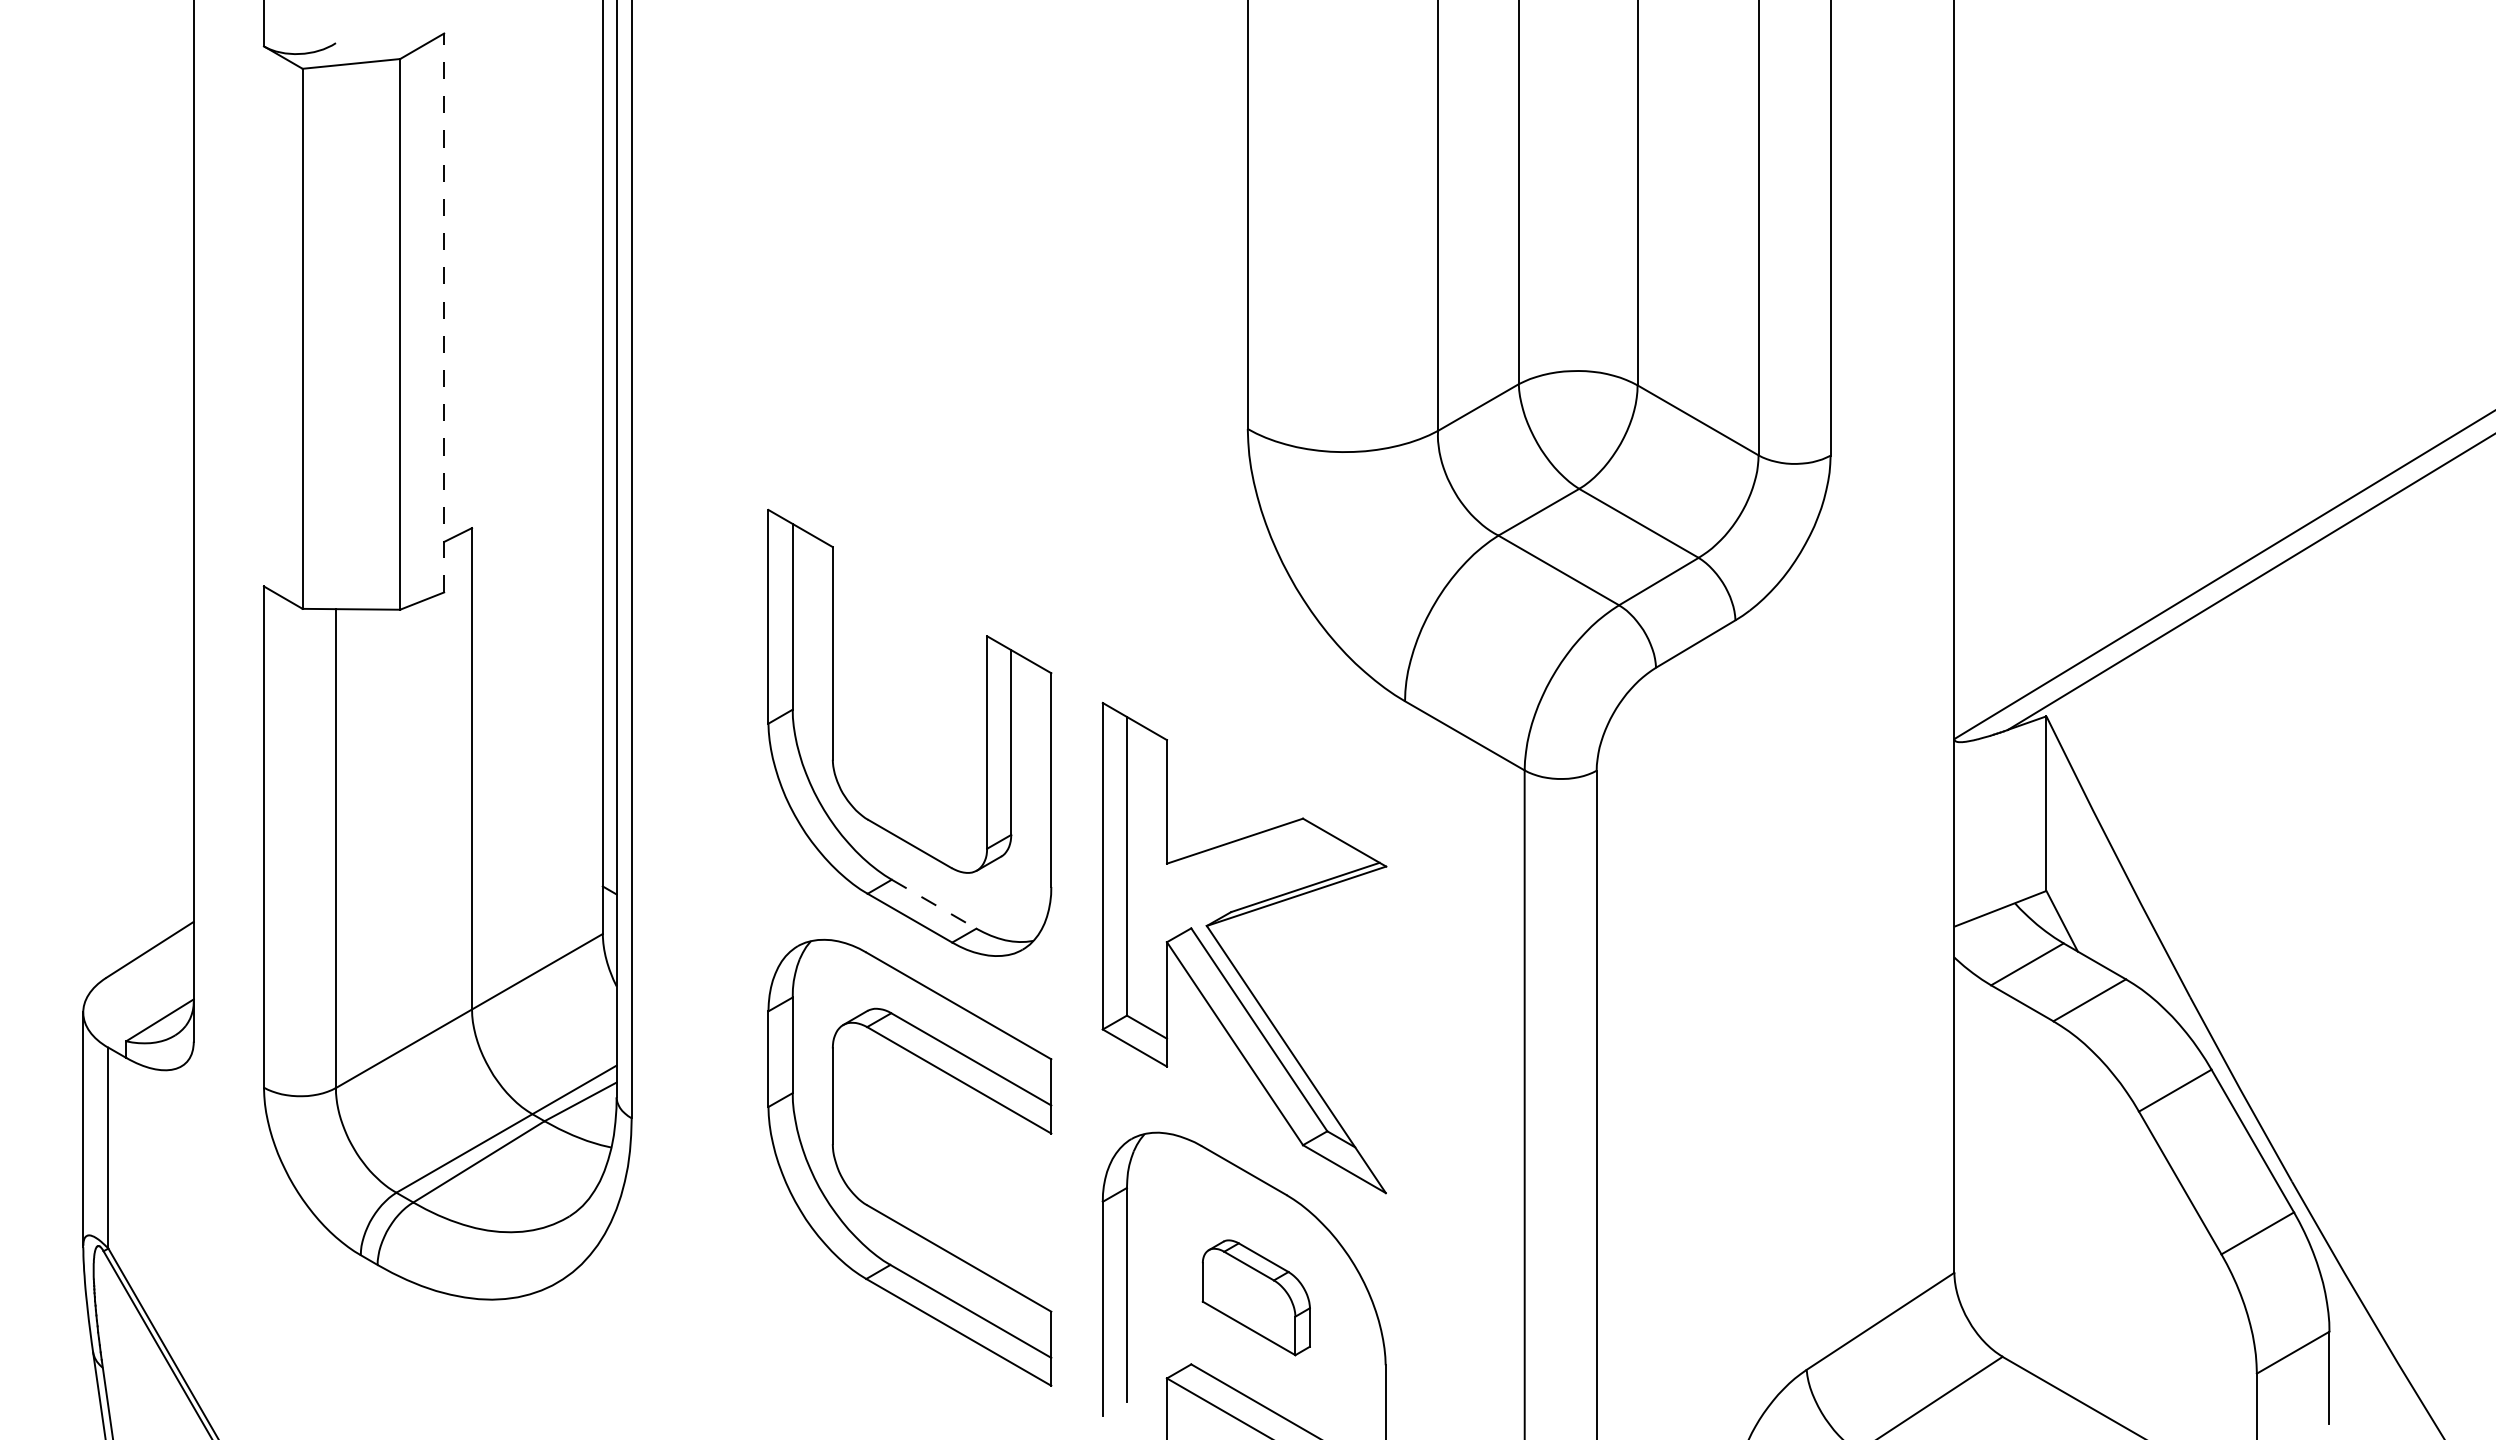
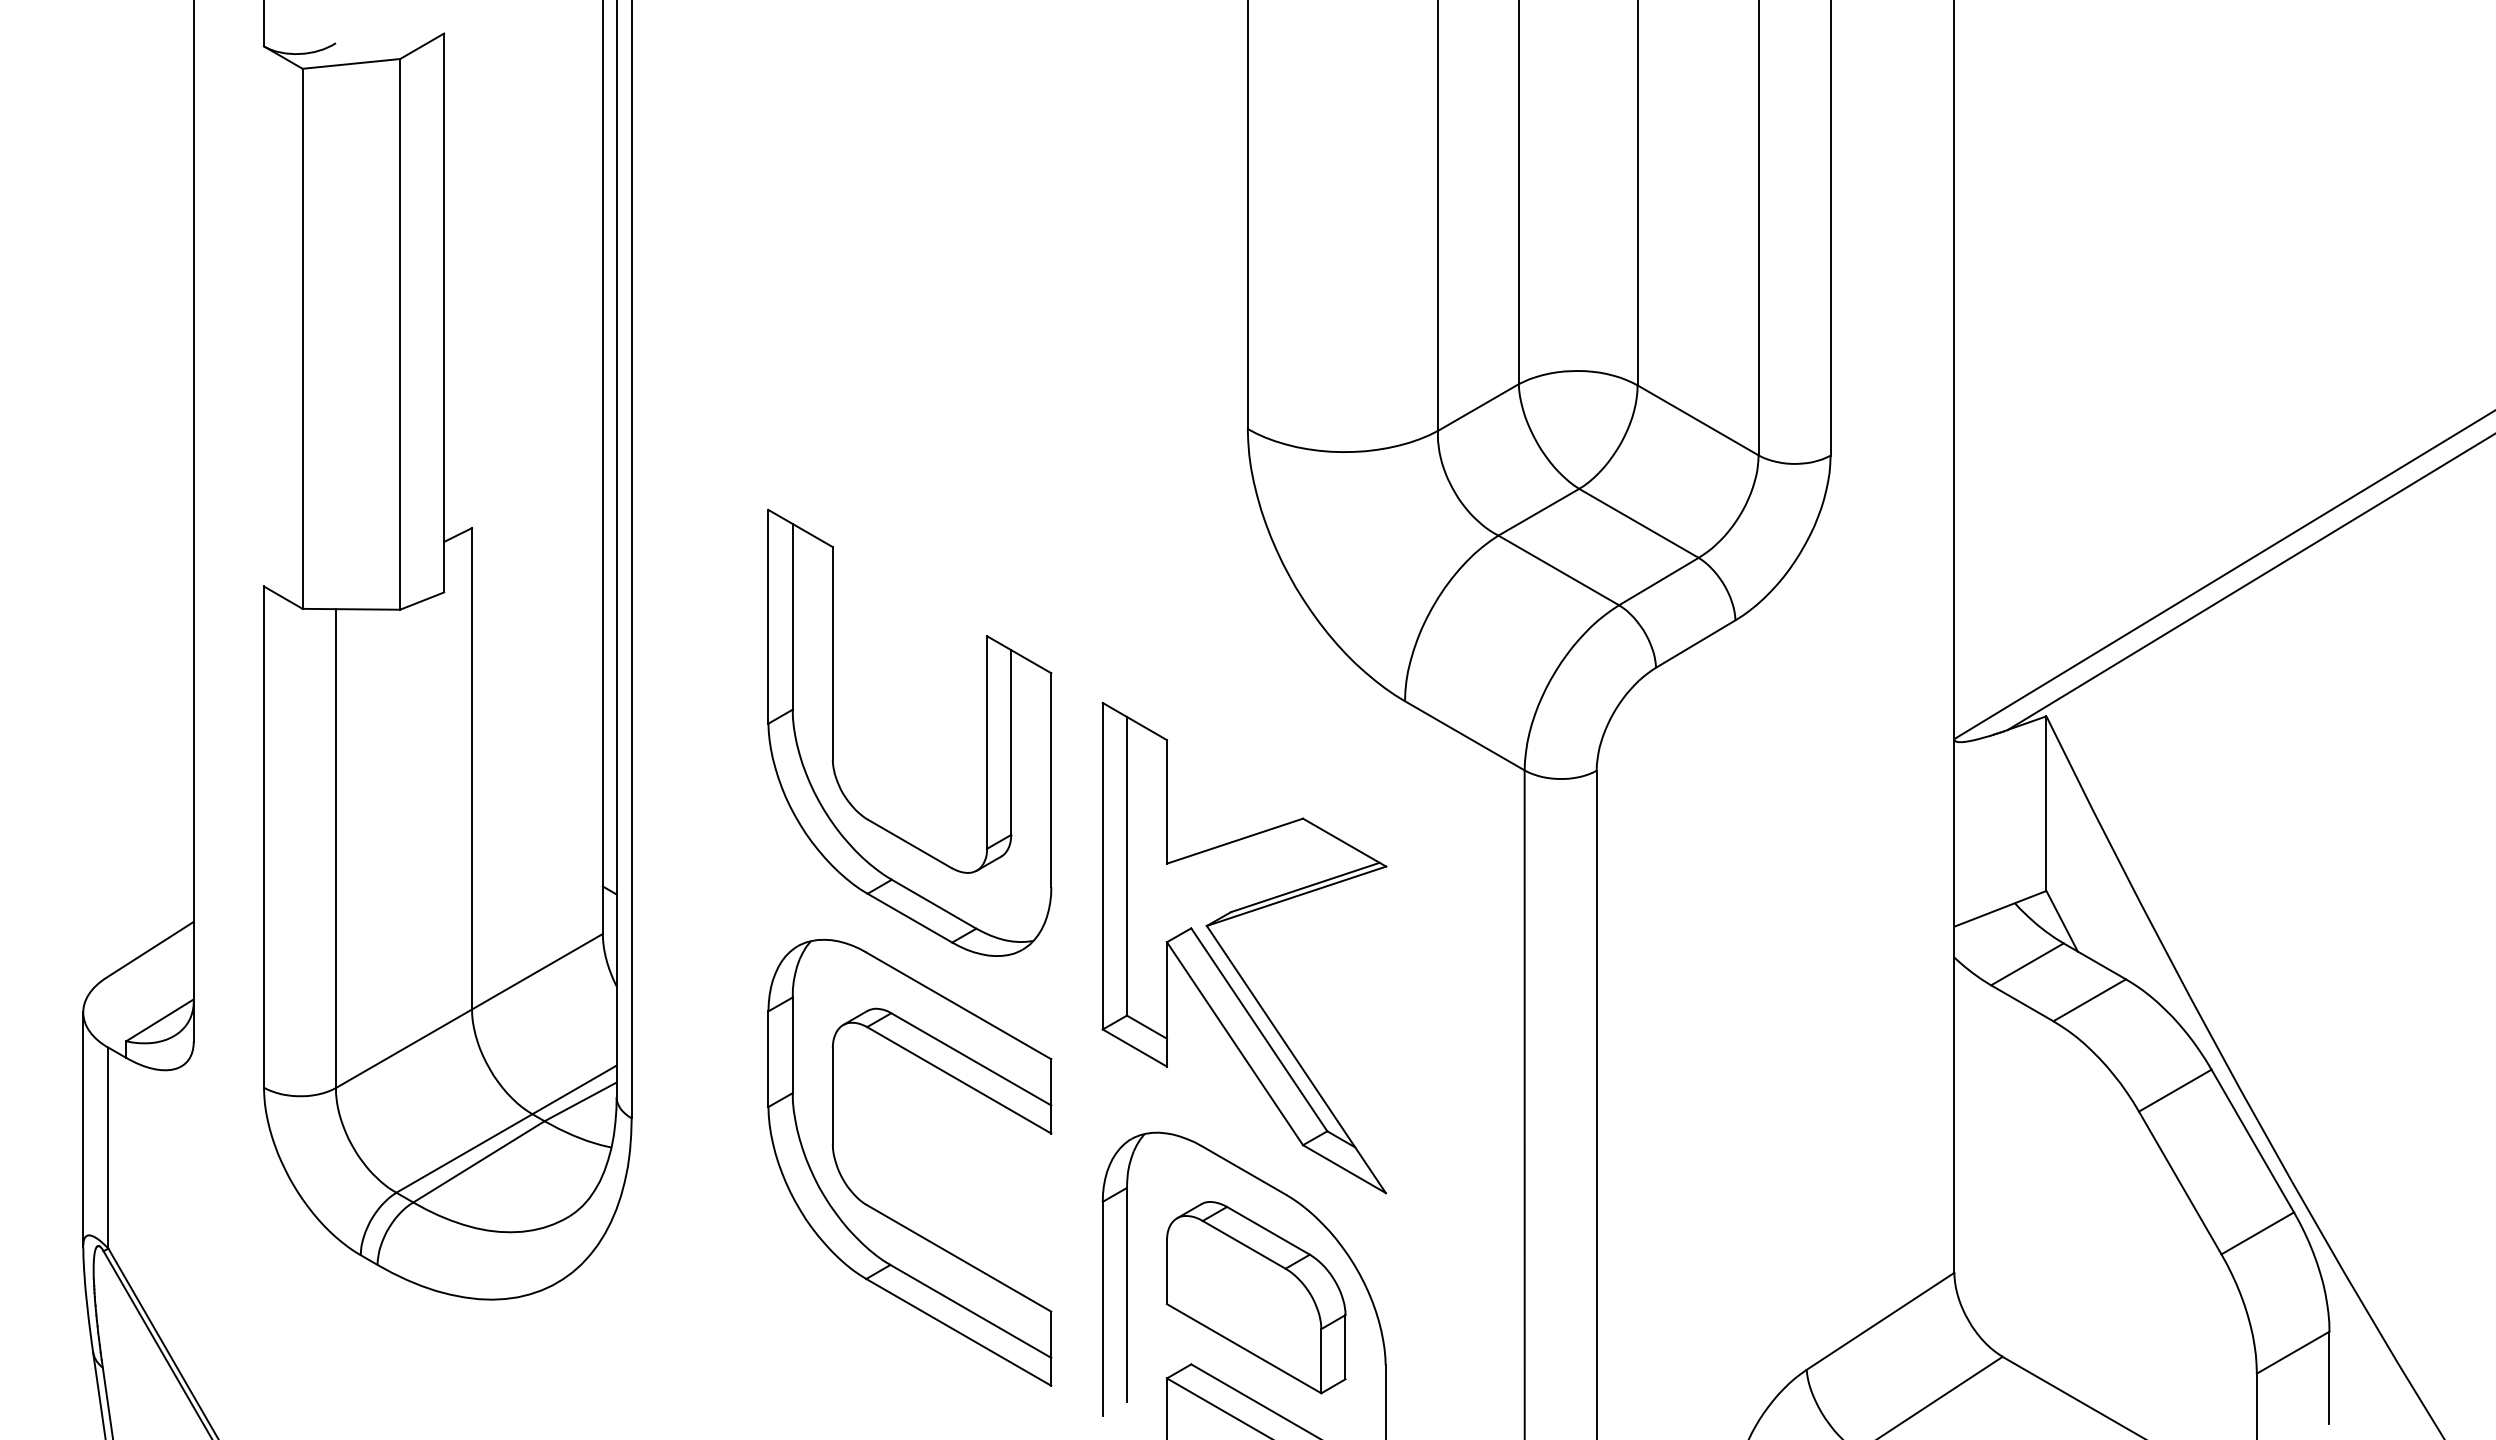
line at (444, 312): dashed -> solid
line at (934, 904): dashed -> solid
part at (1255, 1297) size: 110x118 px -> 181x194 px
